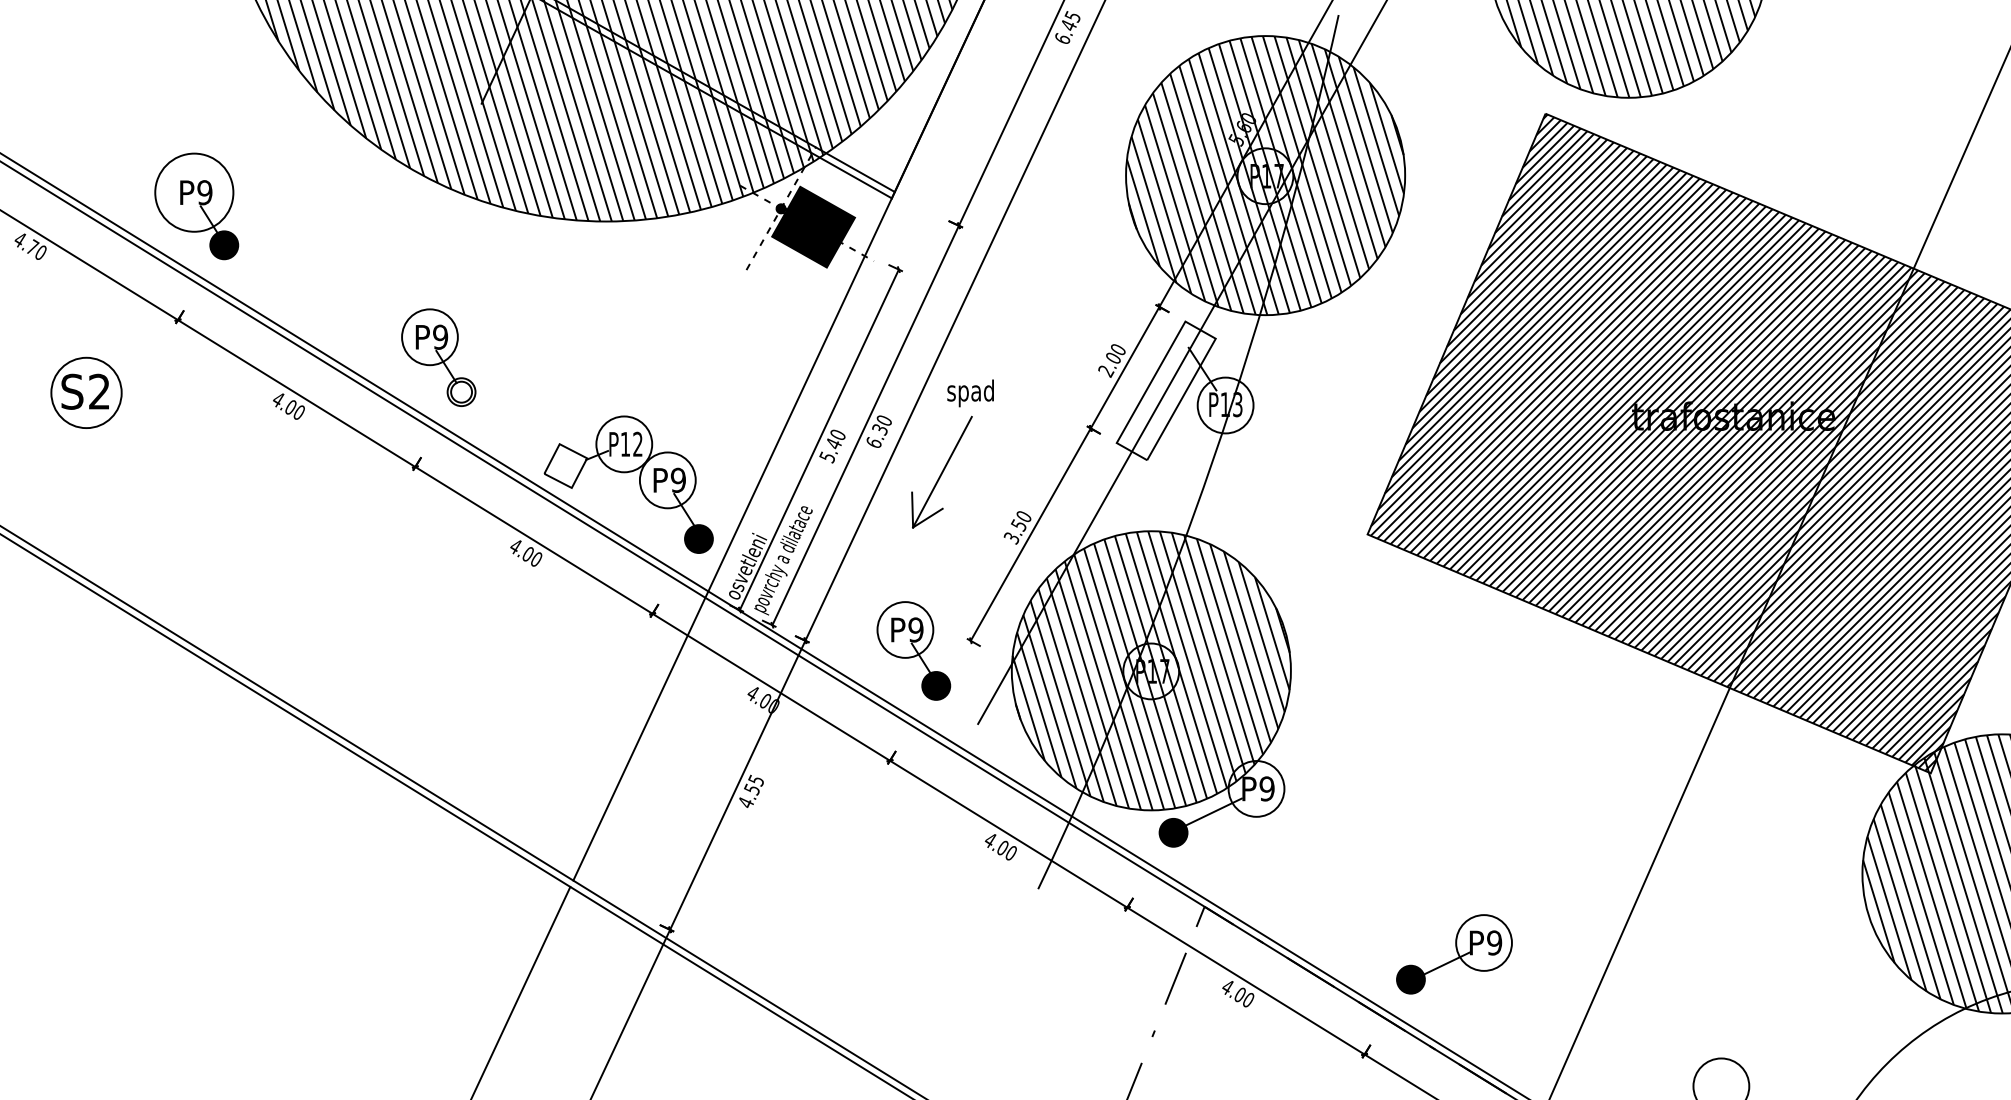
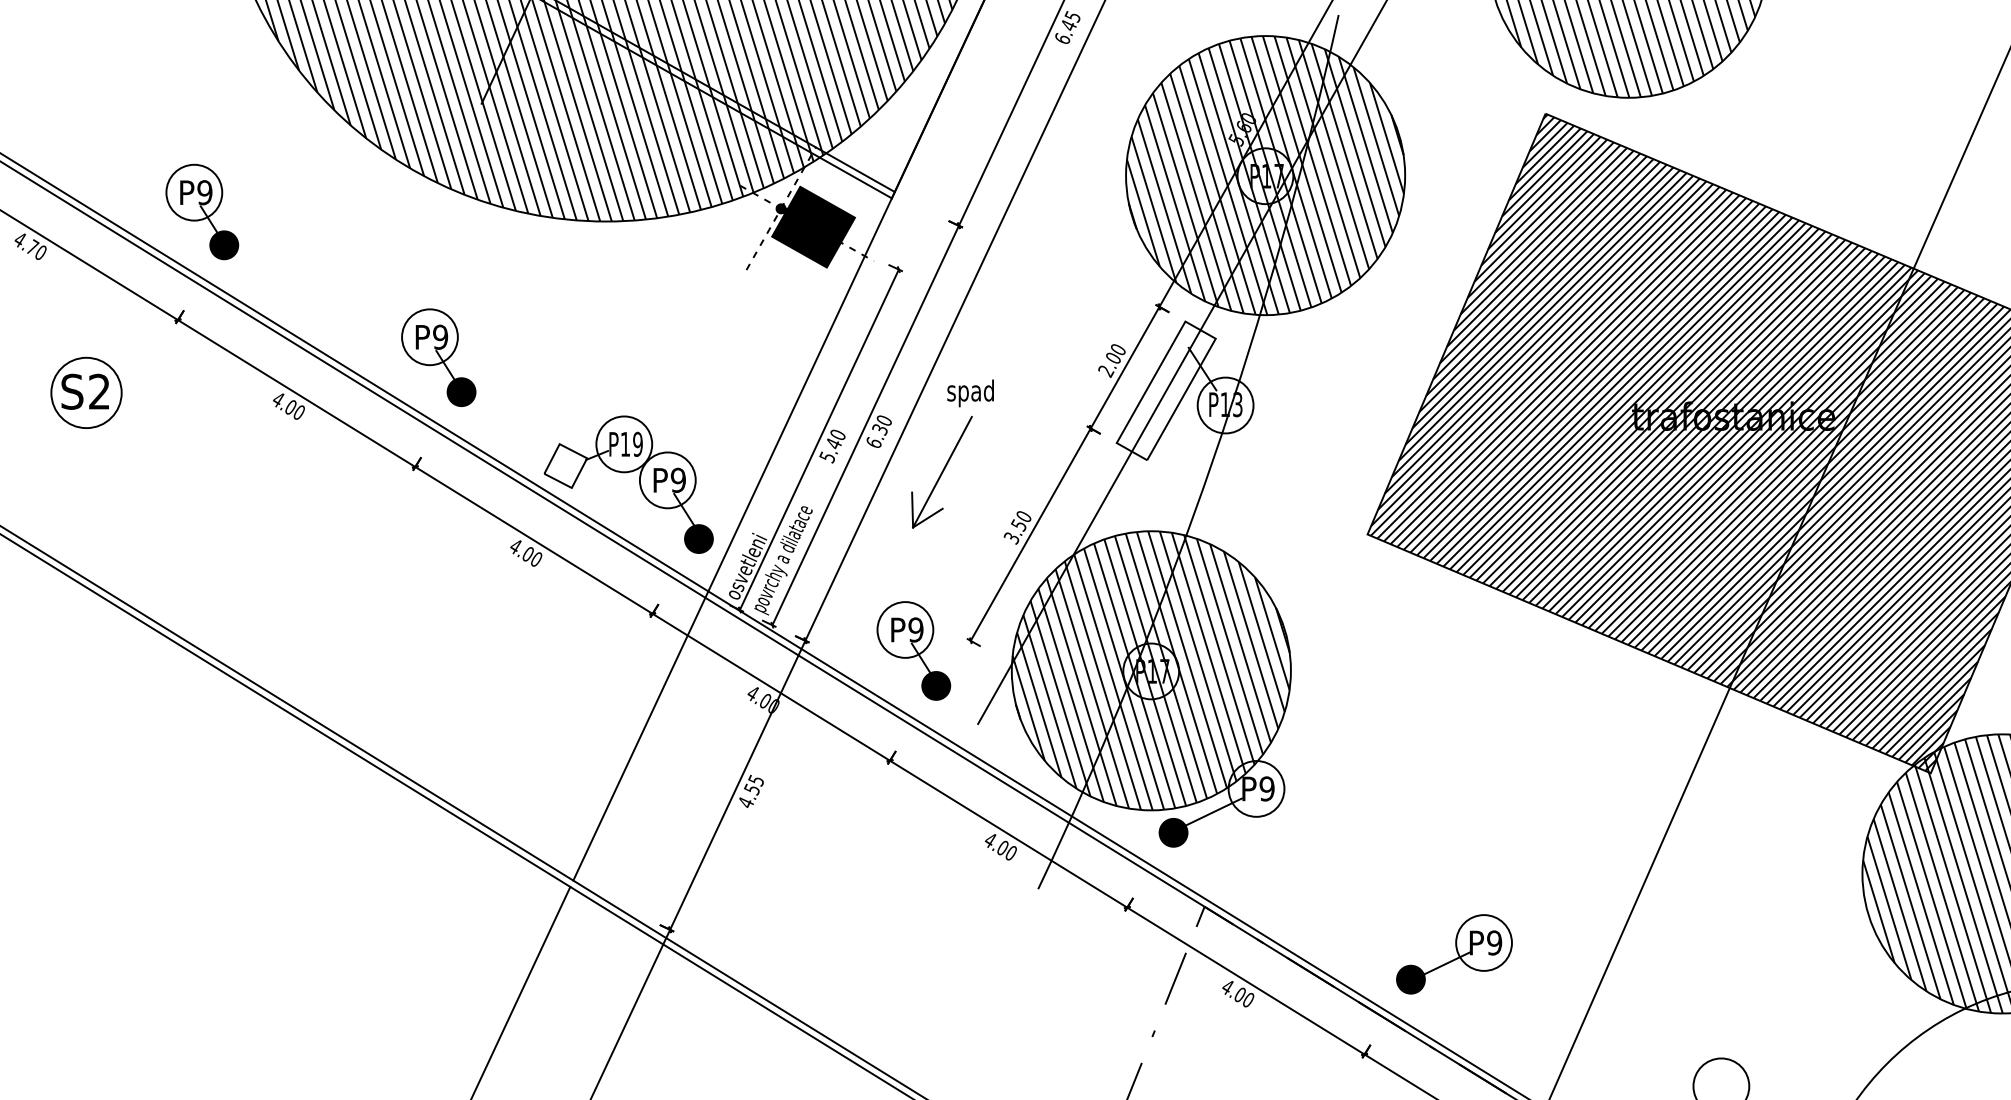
circle at (194, 192) diameter: 78 px -> 56 px
fill at (461, 392): none -> present
text at (637, 443): P12 -> P19
